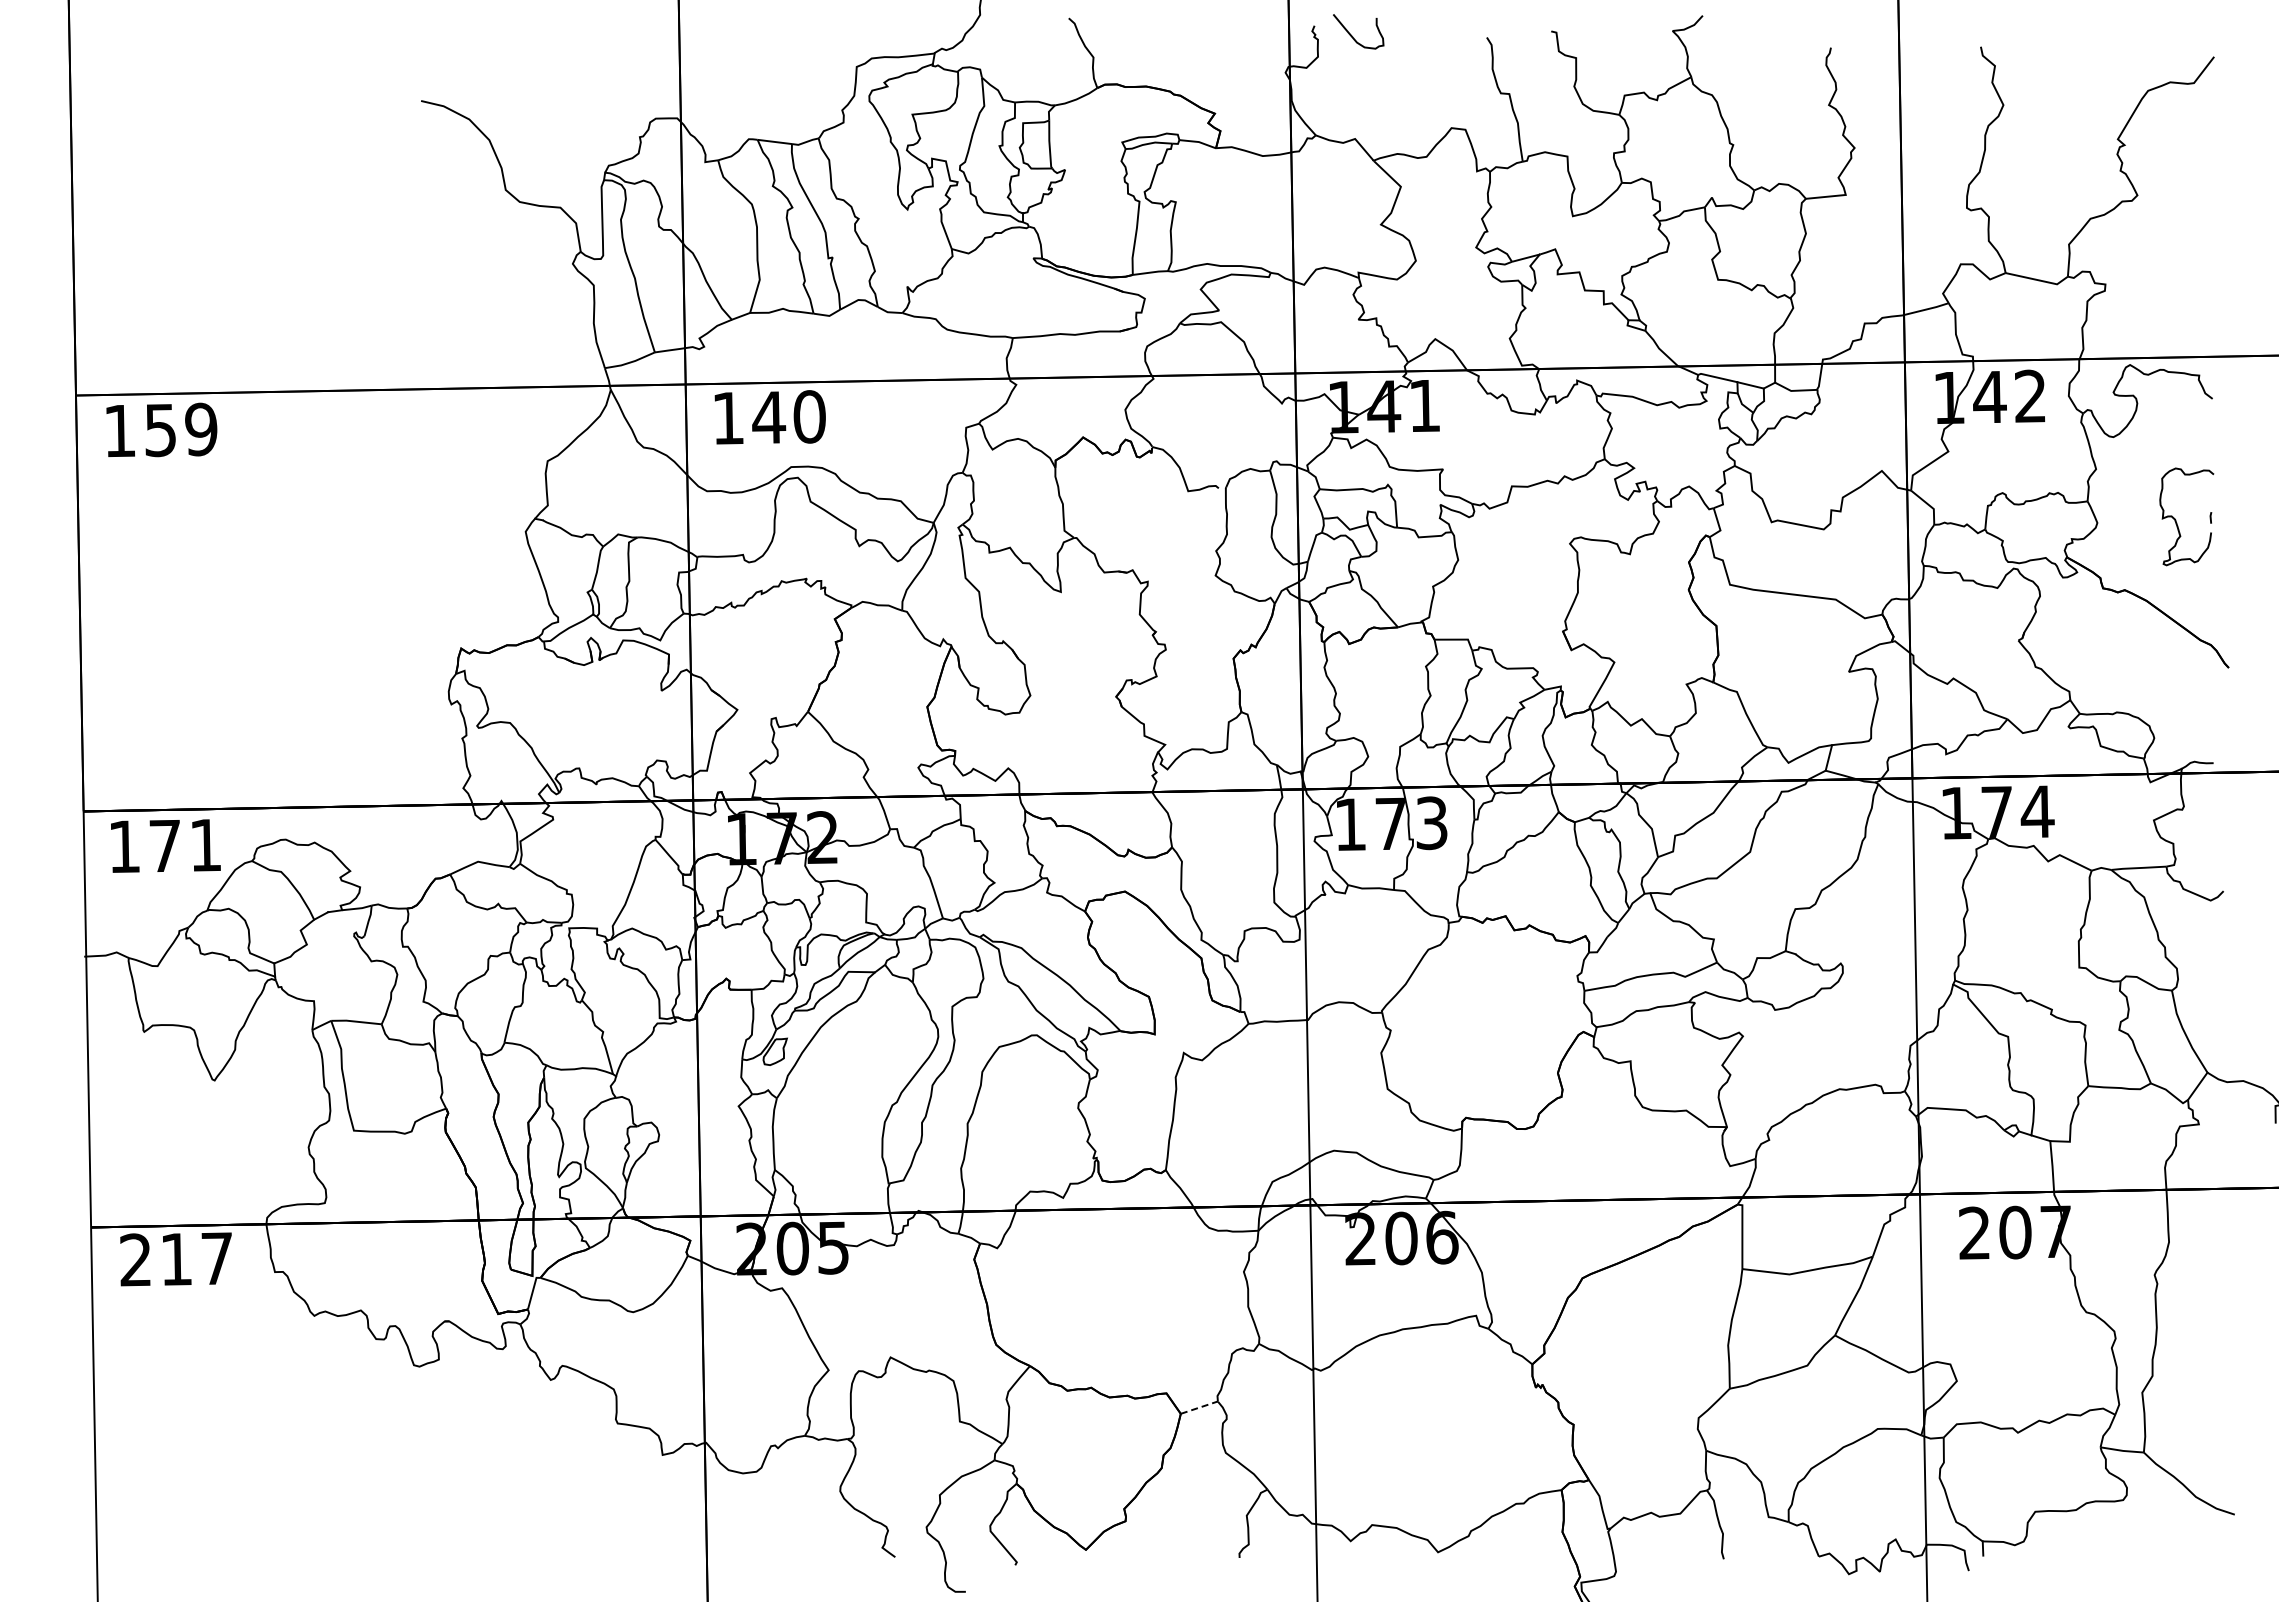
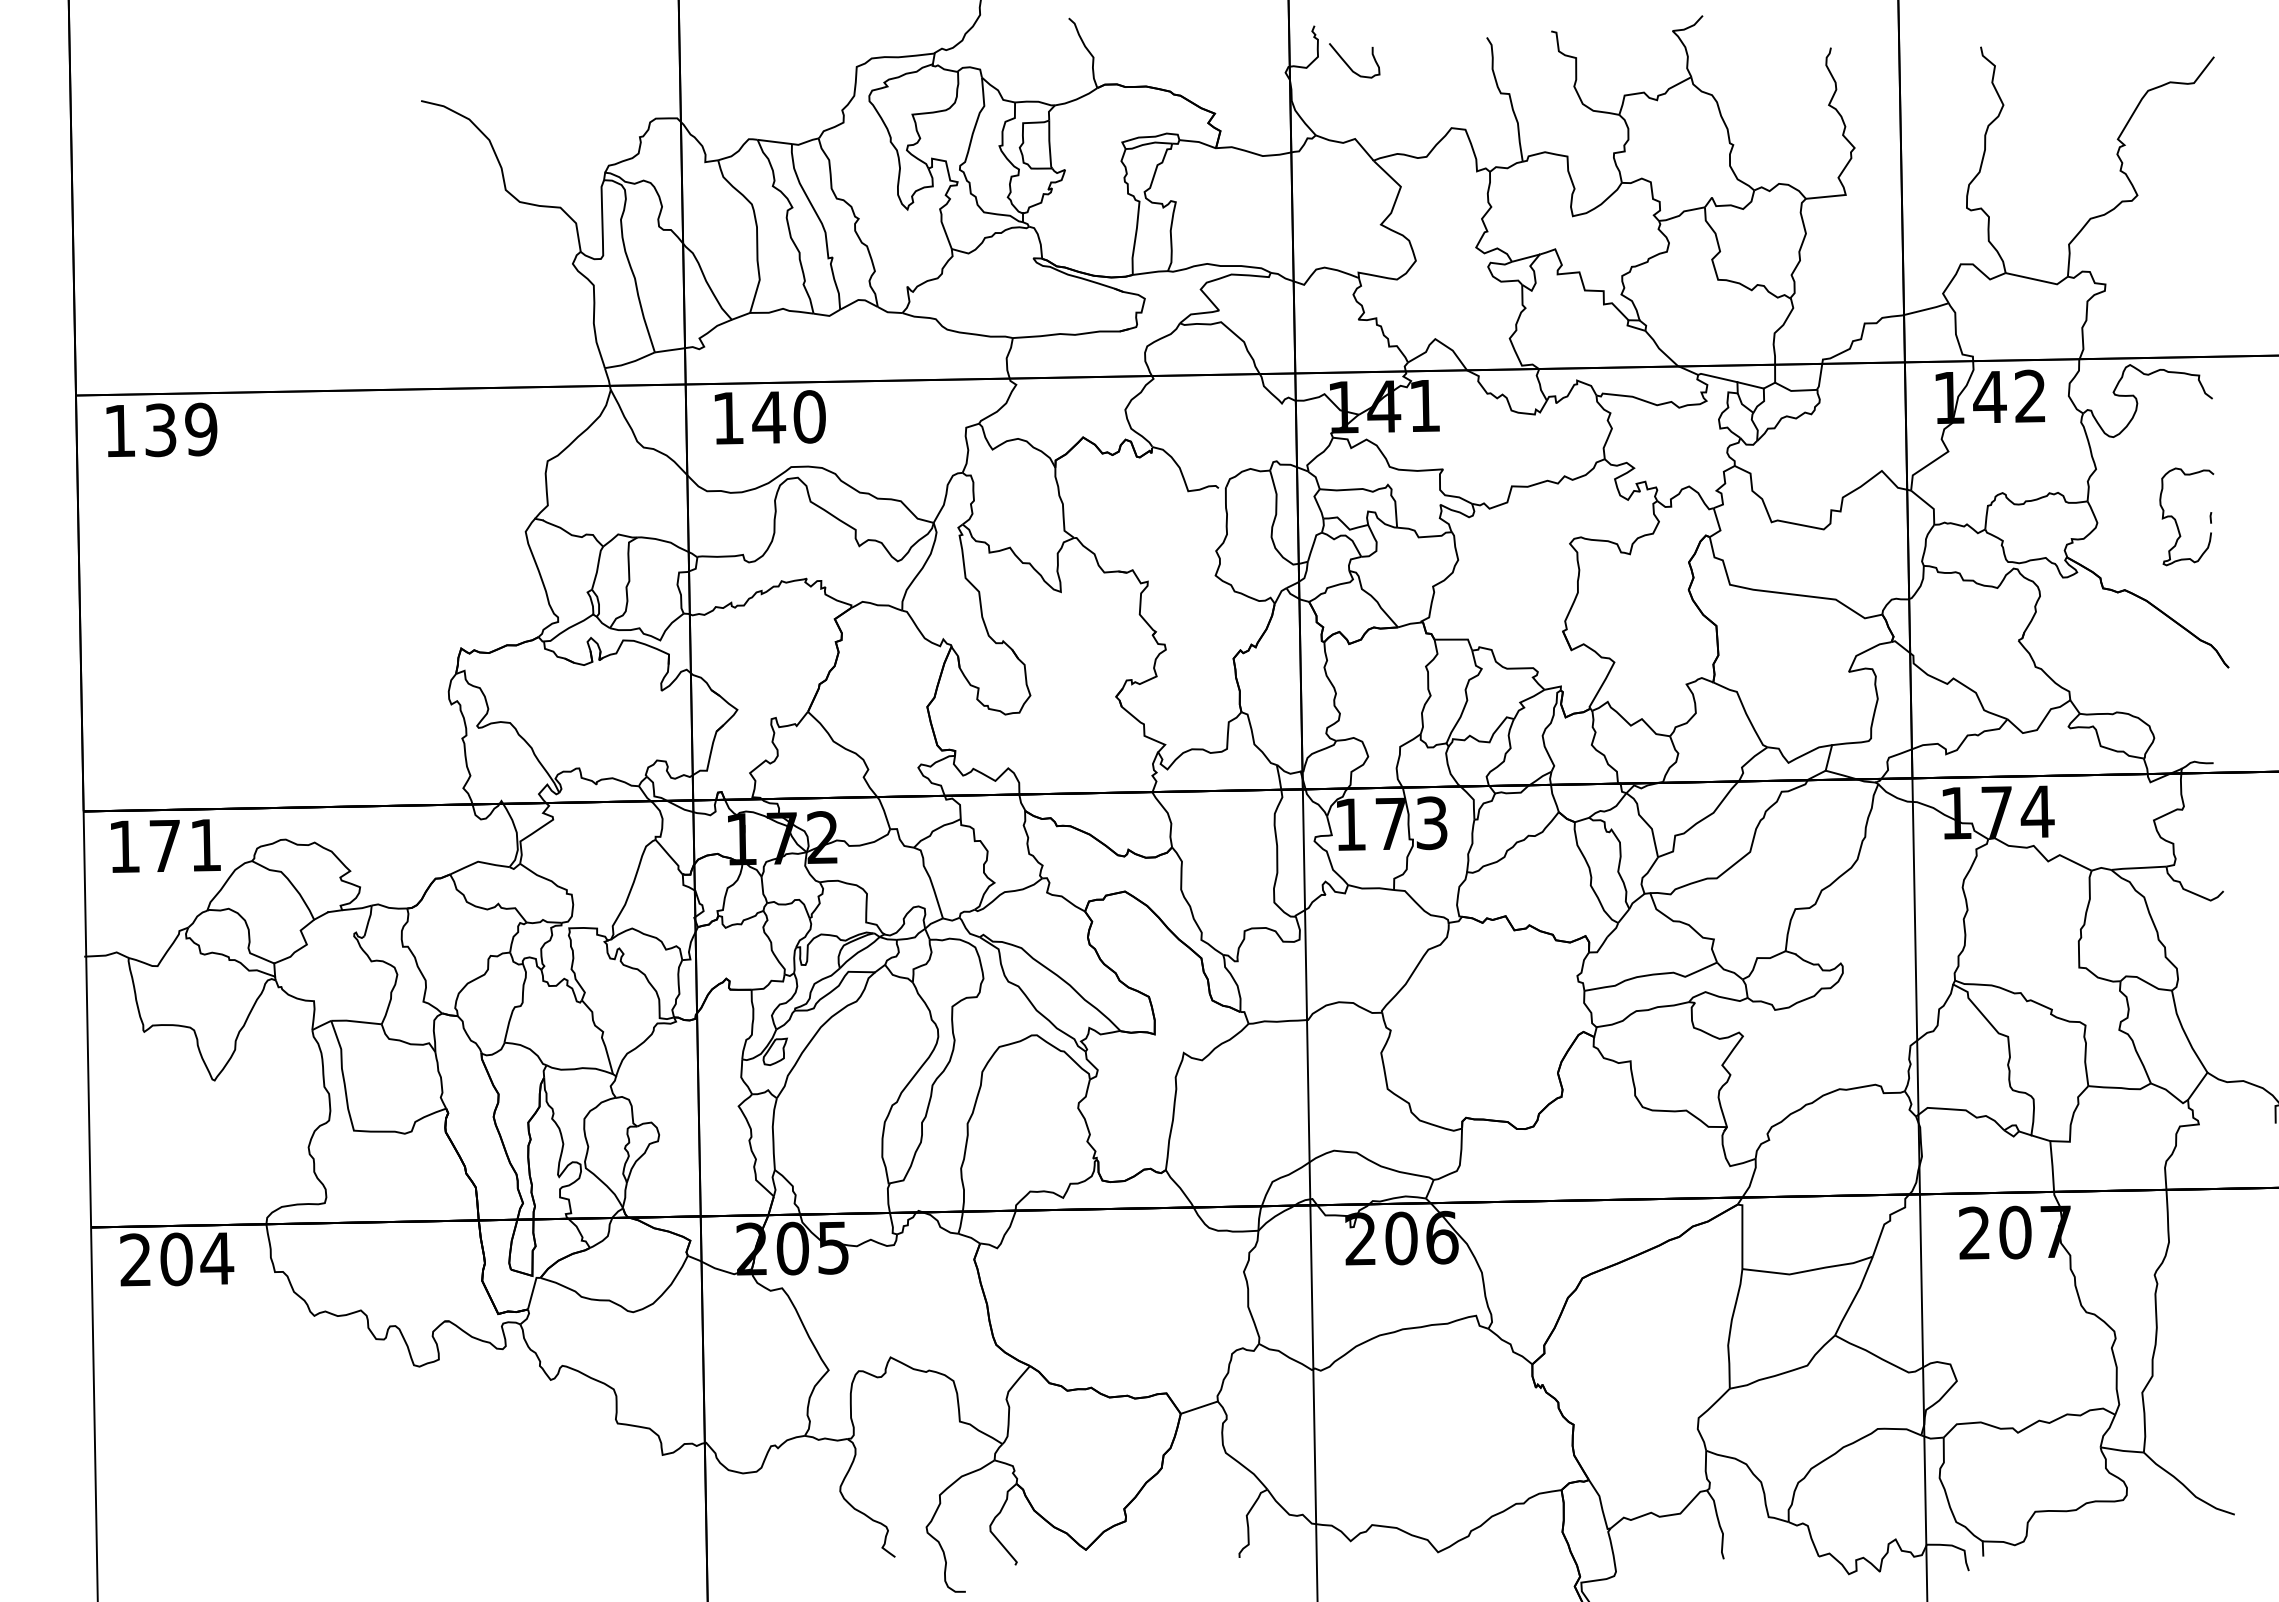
curve at (1353, 36) position: (1353, 36) -> (1349, 65)
text at (161, 429): 159 -> 139
text at (197, 1259): 217 -> 204
line at (1199, 1407): dashed -> solid
